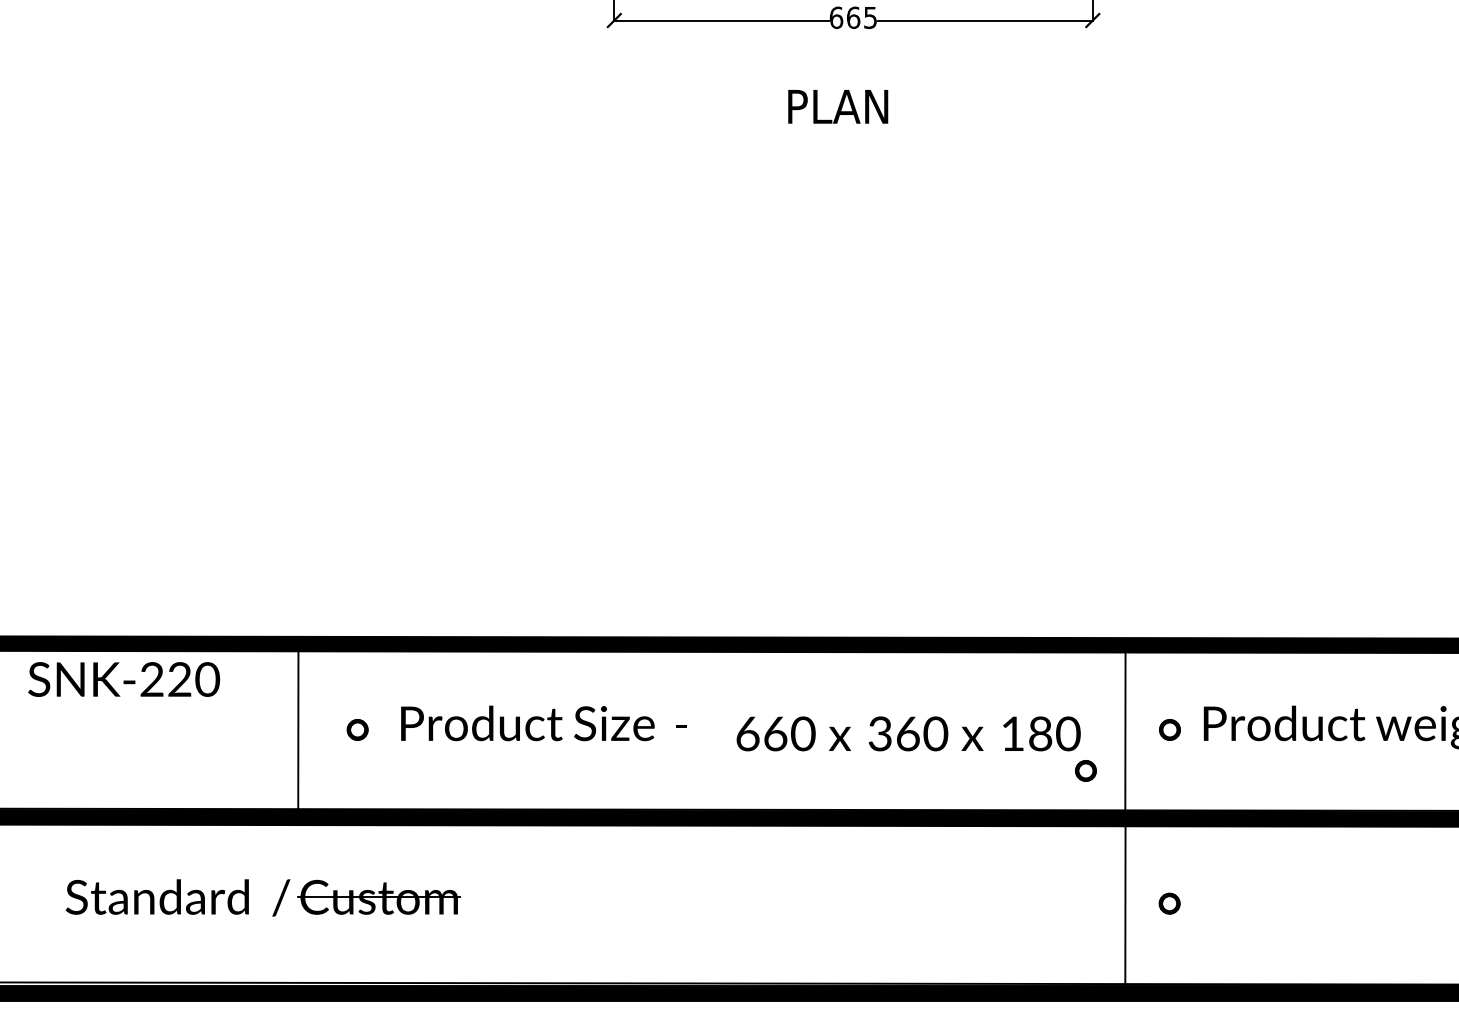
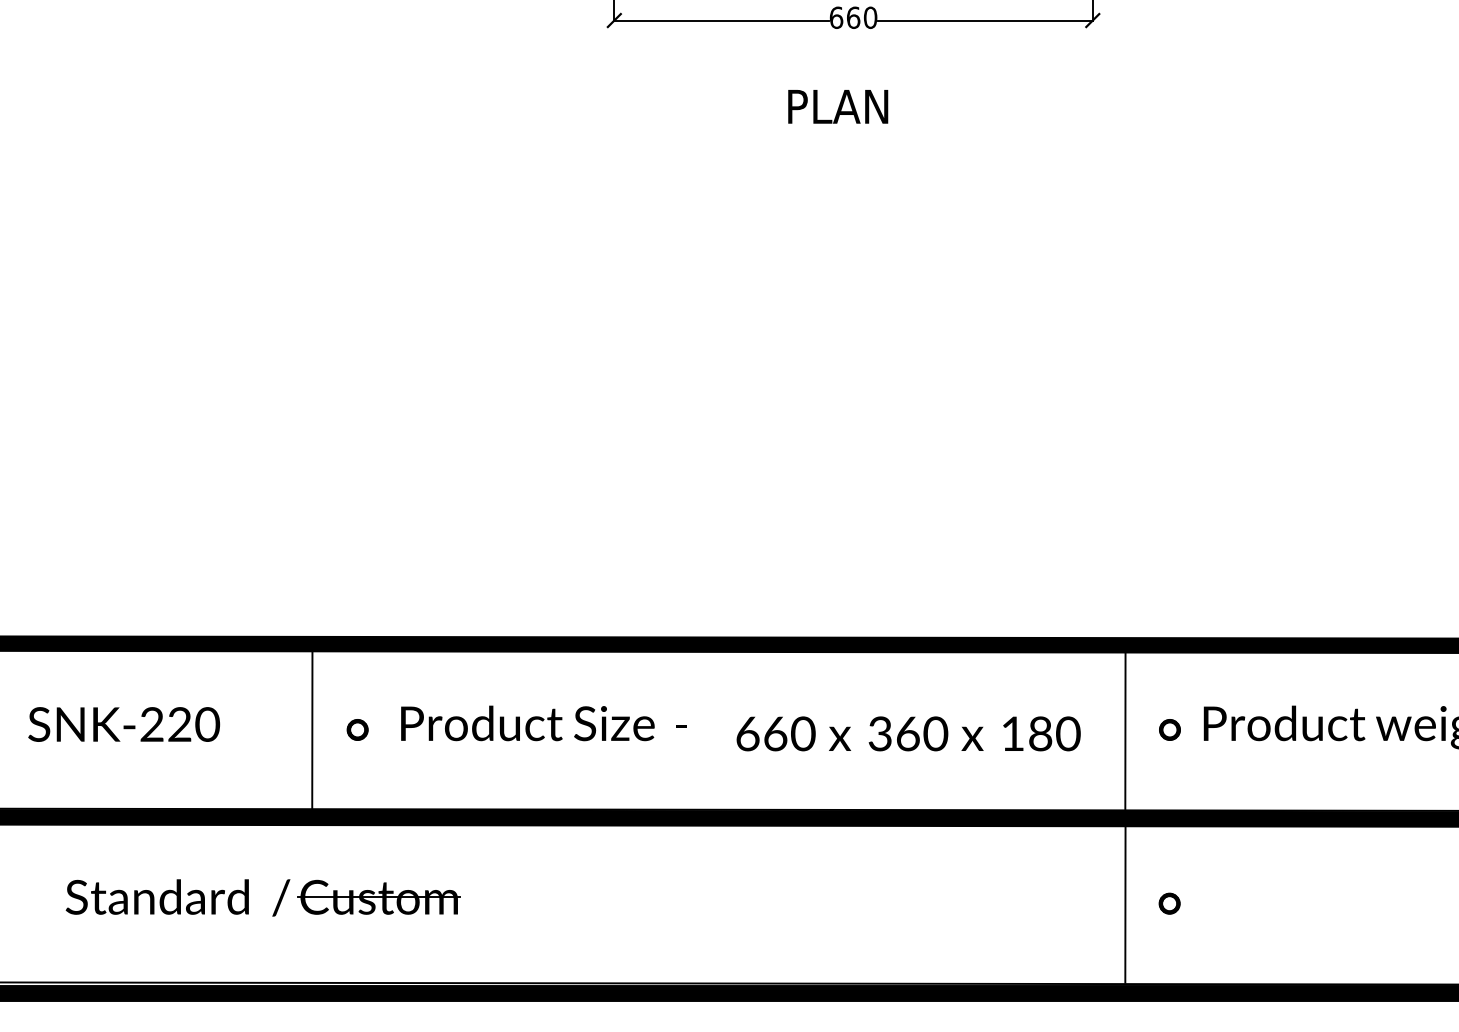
text at (870, 17): 665 -> 660
text at (124, 679) position: (124, 679) -> (124, 724)
line at (298, 729) position: (298, 729) -> (312, 729)
part at (1085, 770): present -> none
